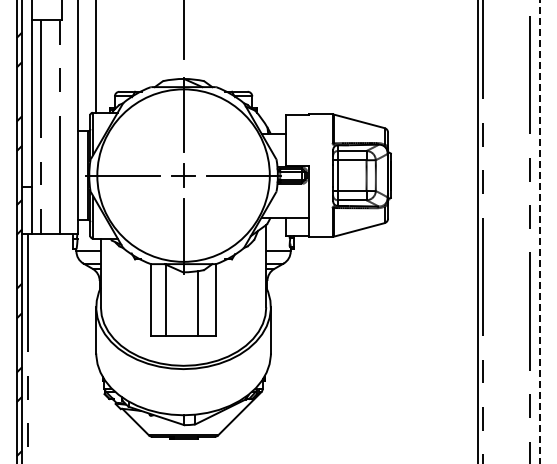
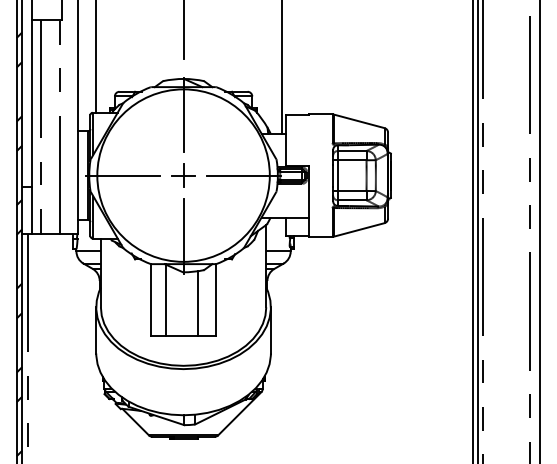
line at (282, 67): none -> present
line at (472, 231): none -> present
line at (540, 232): dashed -> solid
